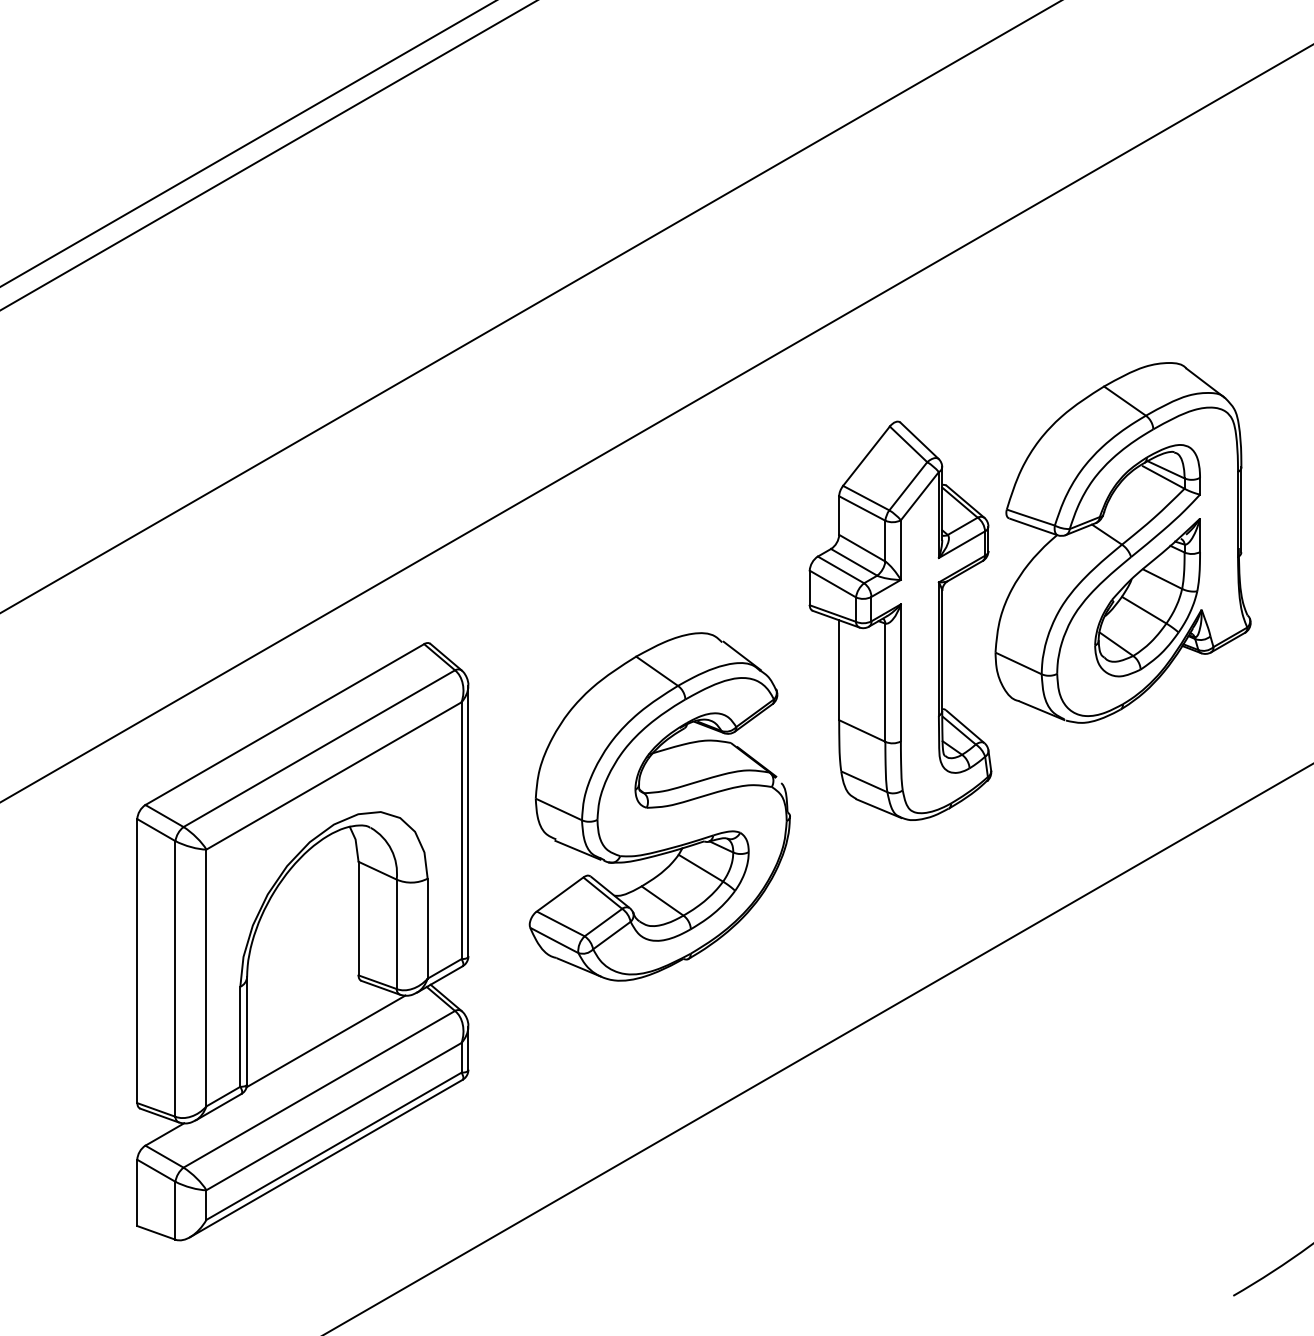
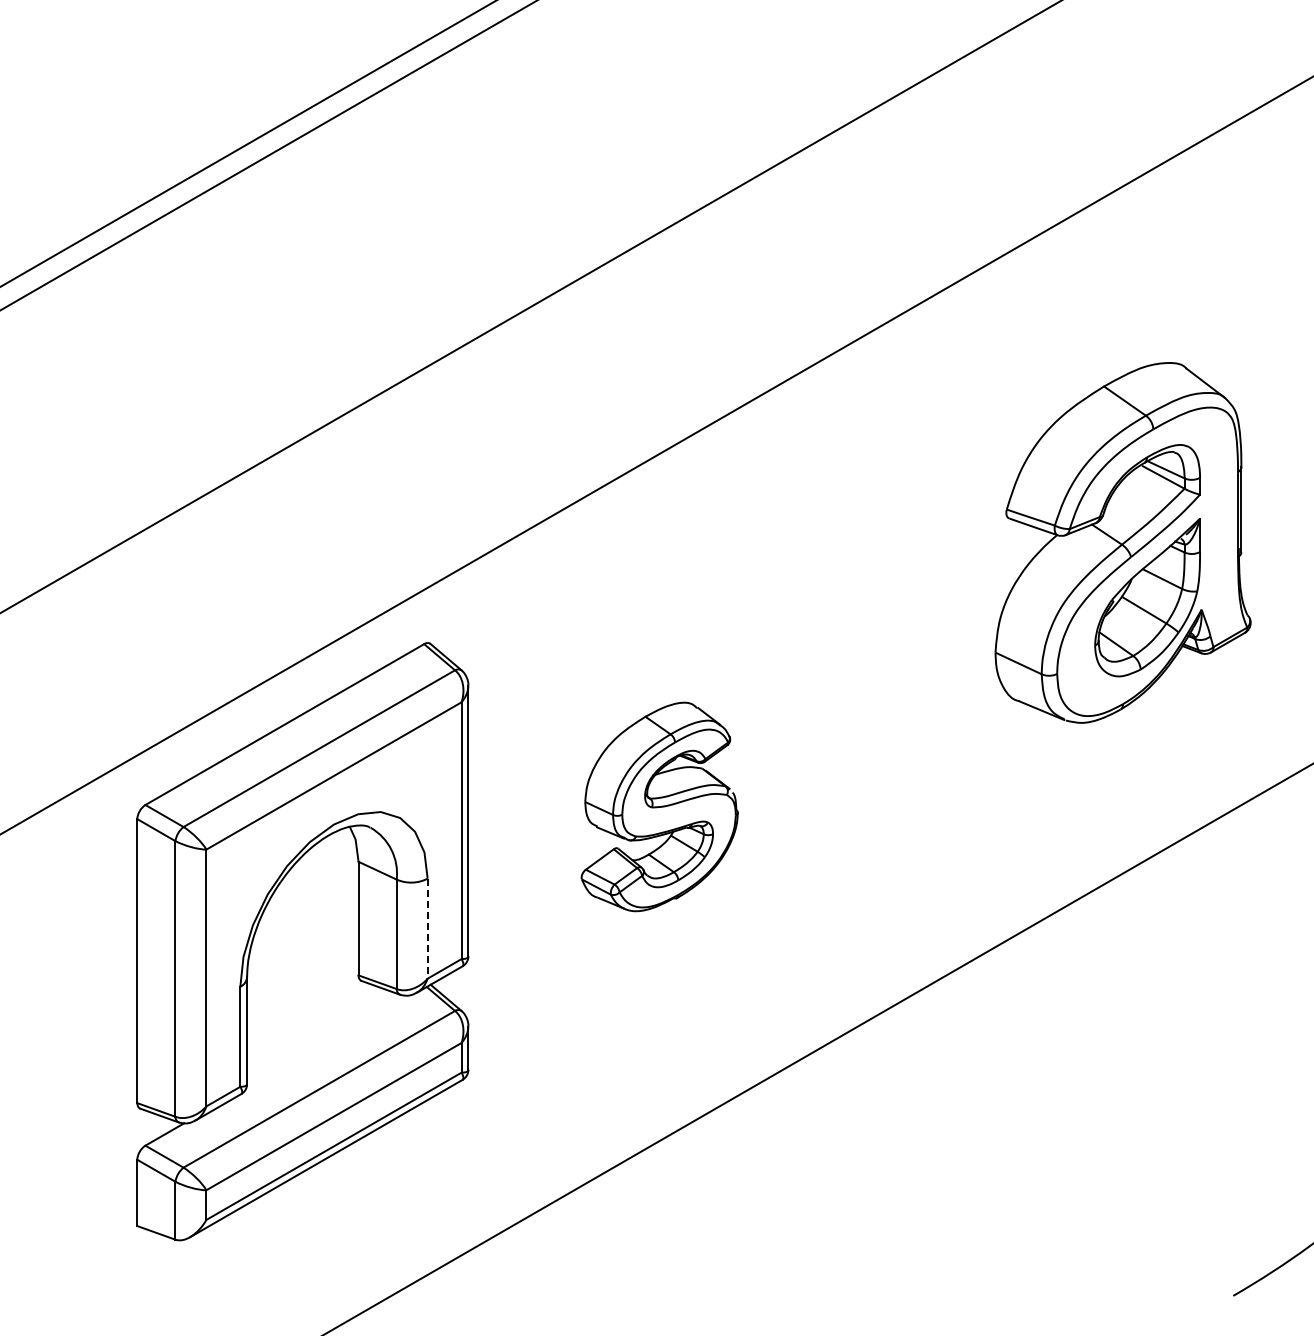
line at (656, 423) position: (656, 423) -> (656, 455)
part at (900, 620): present -> none
part at (659, 806) size: 263x350 px -> 159x212 px
line at (427, 929): solid -> dashed
line at (325, 1041): present -> none
